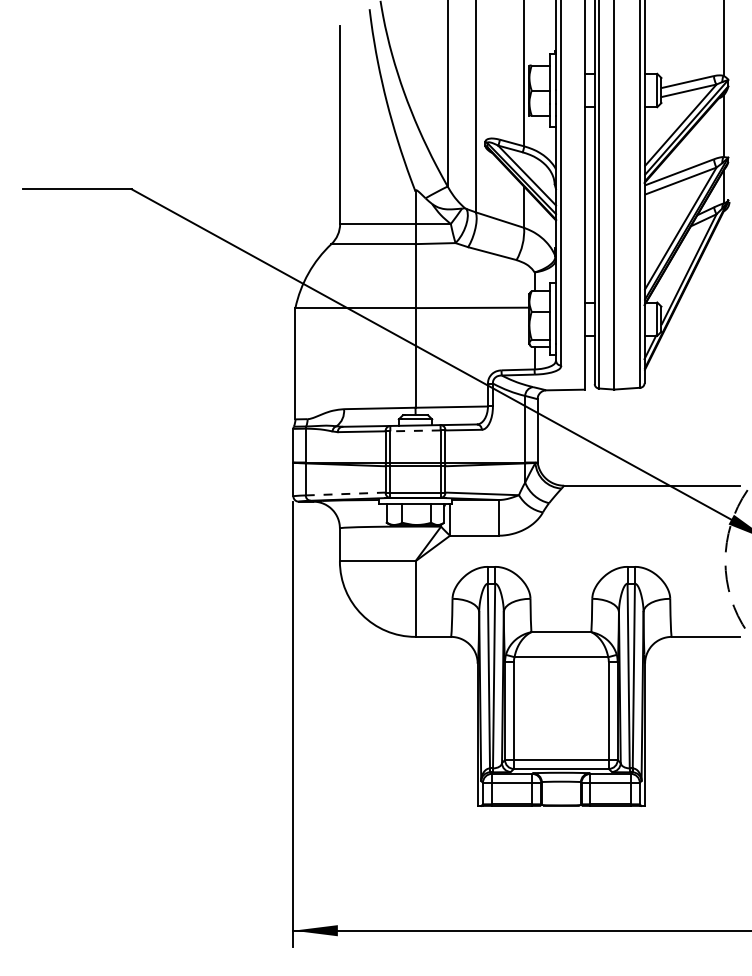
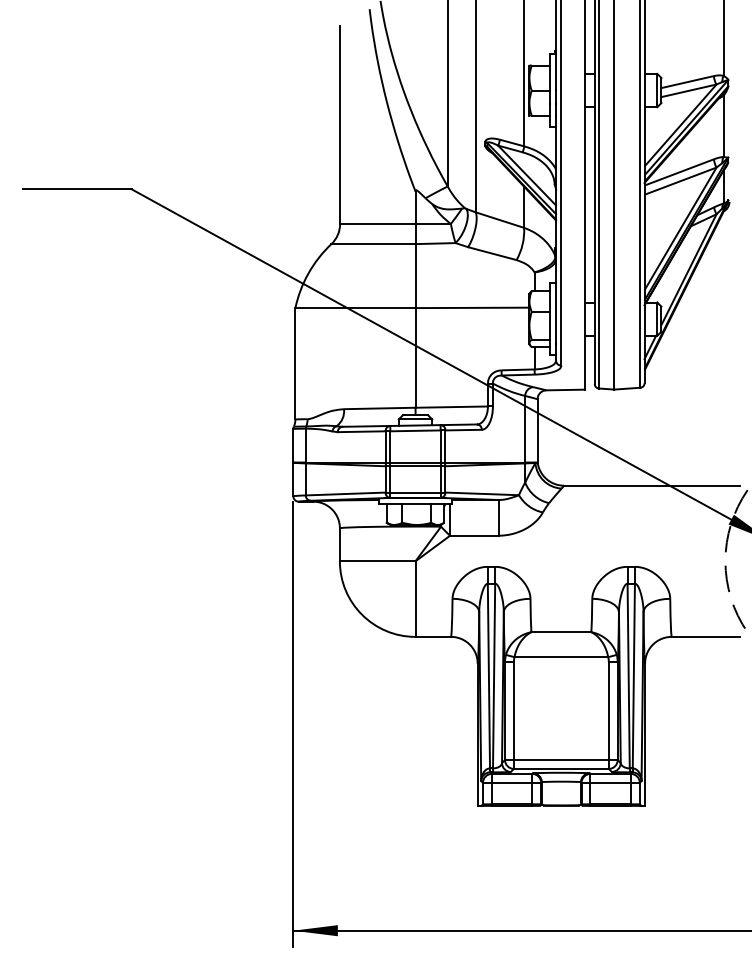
line at (415, 430): dashed -> solid
line at (345, 494): dashed -> solid
